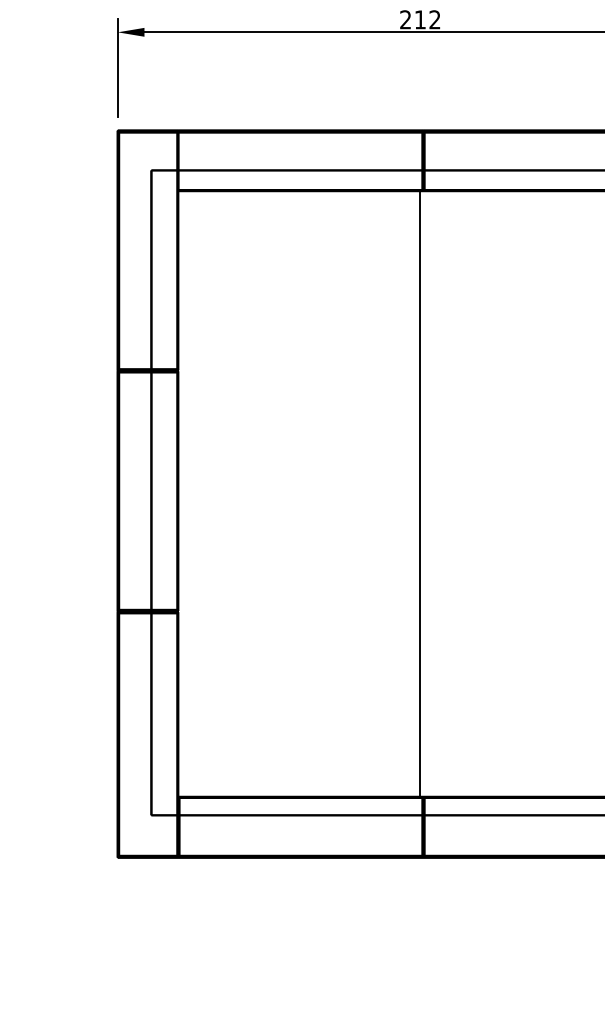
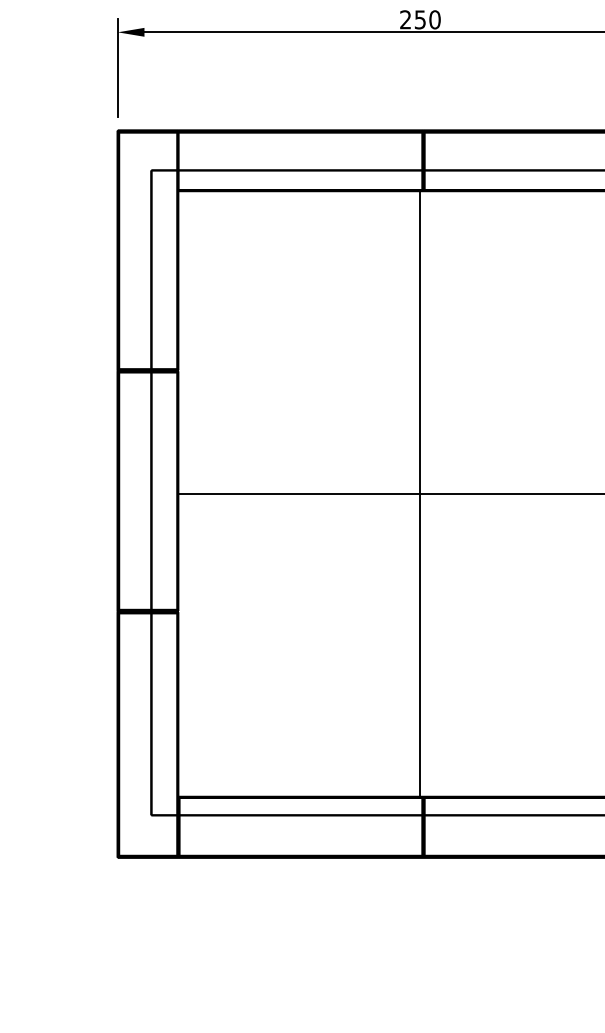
text at (427, 19): 212 -> 250
line at (389, 493): none -> present
